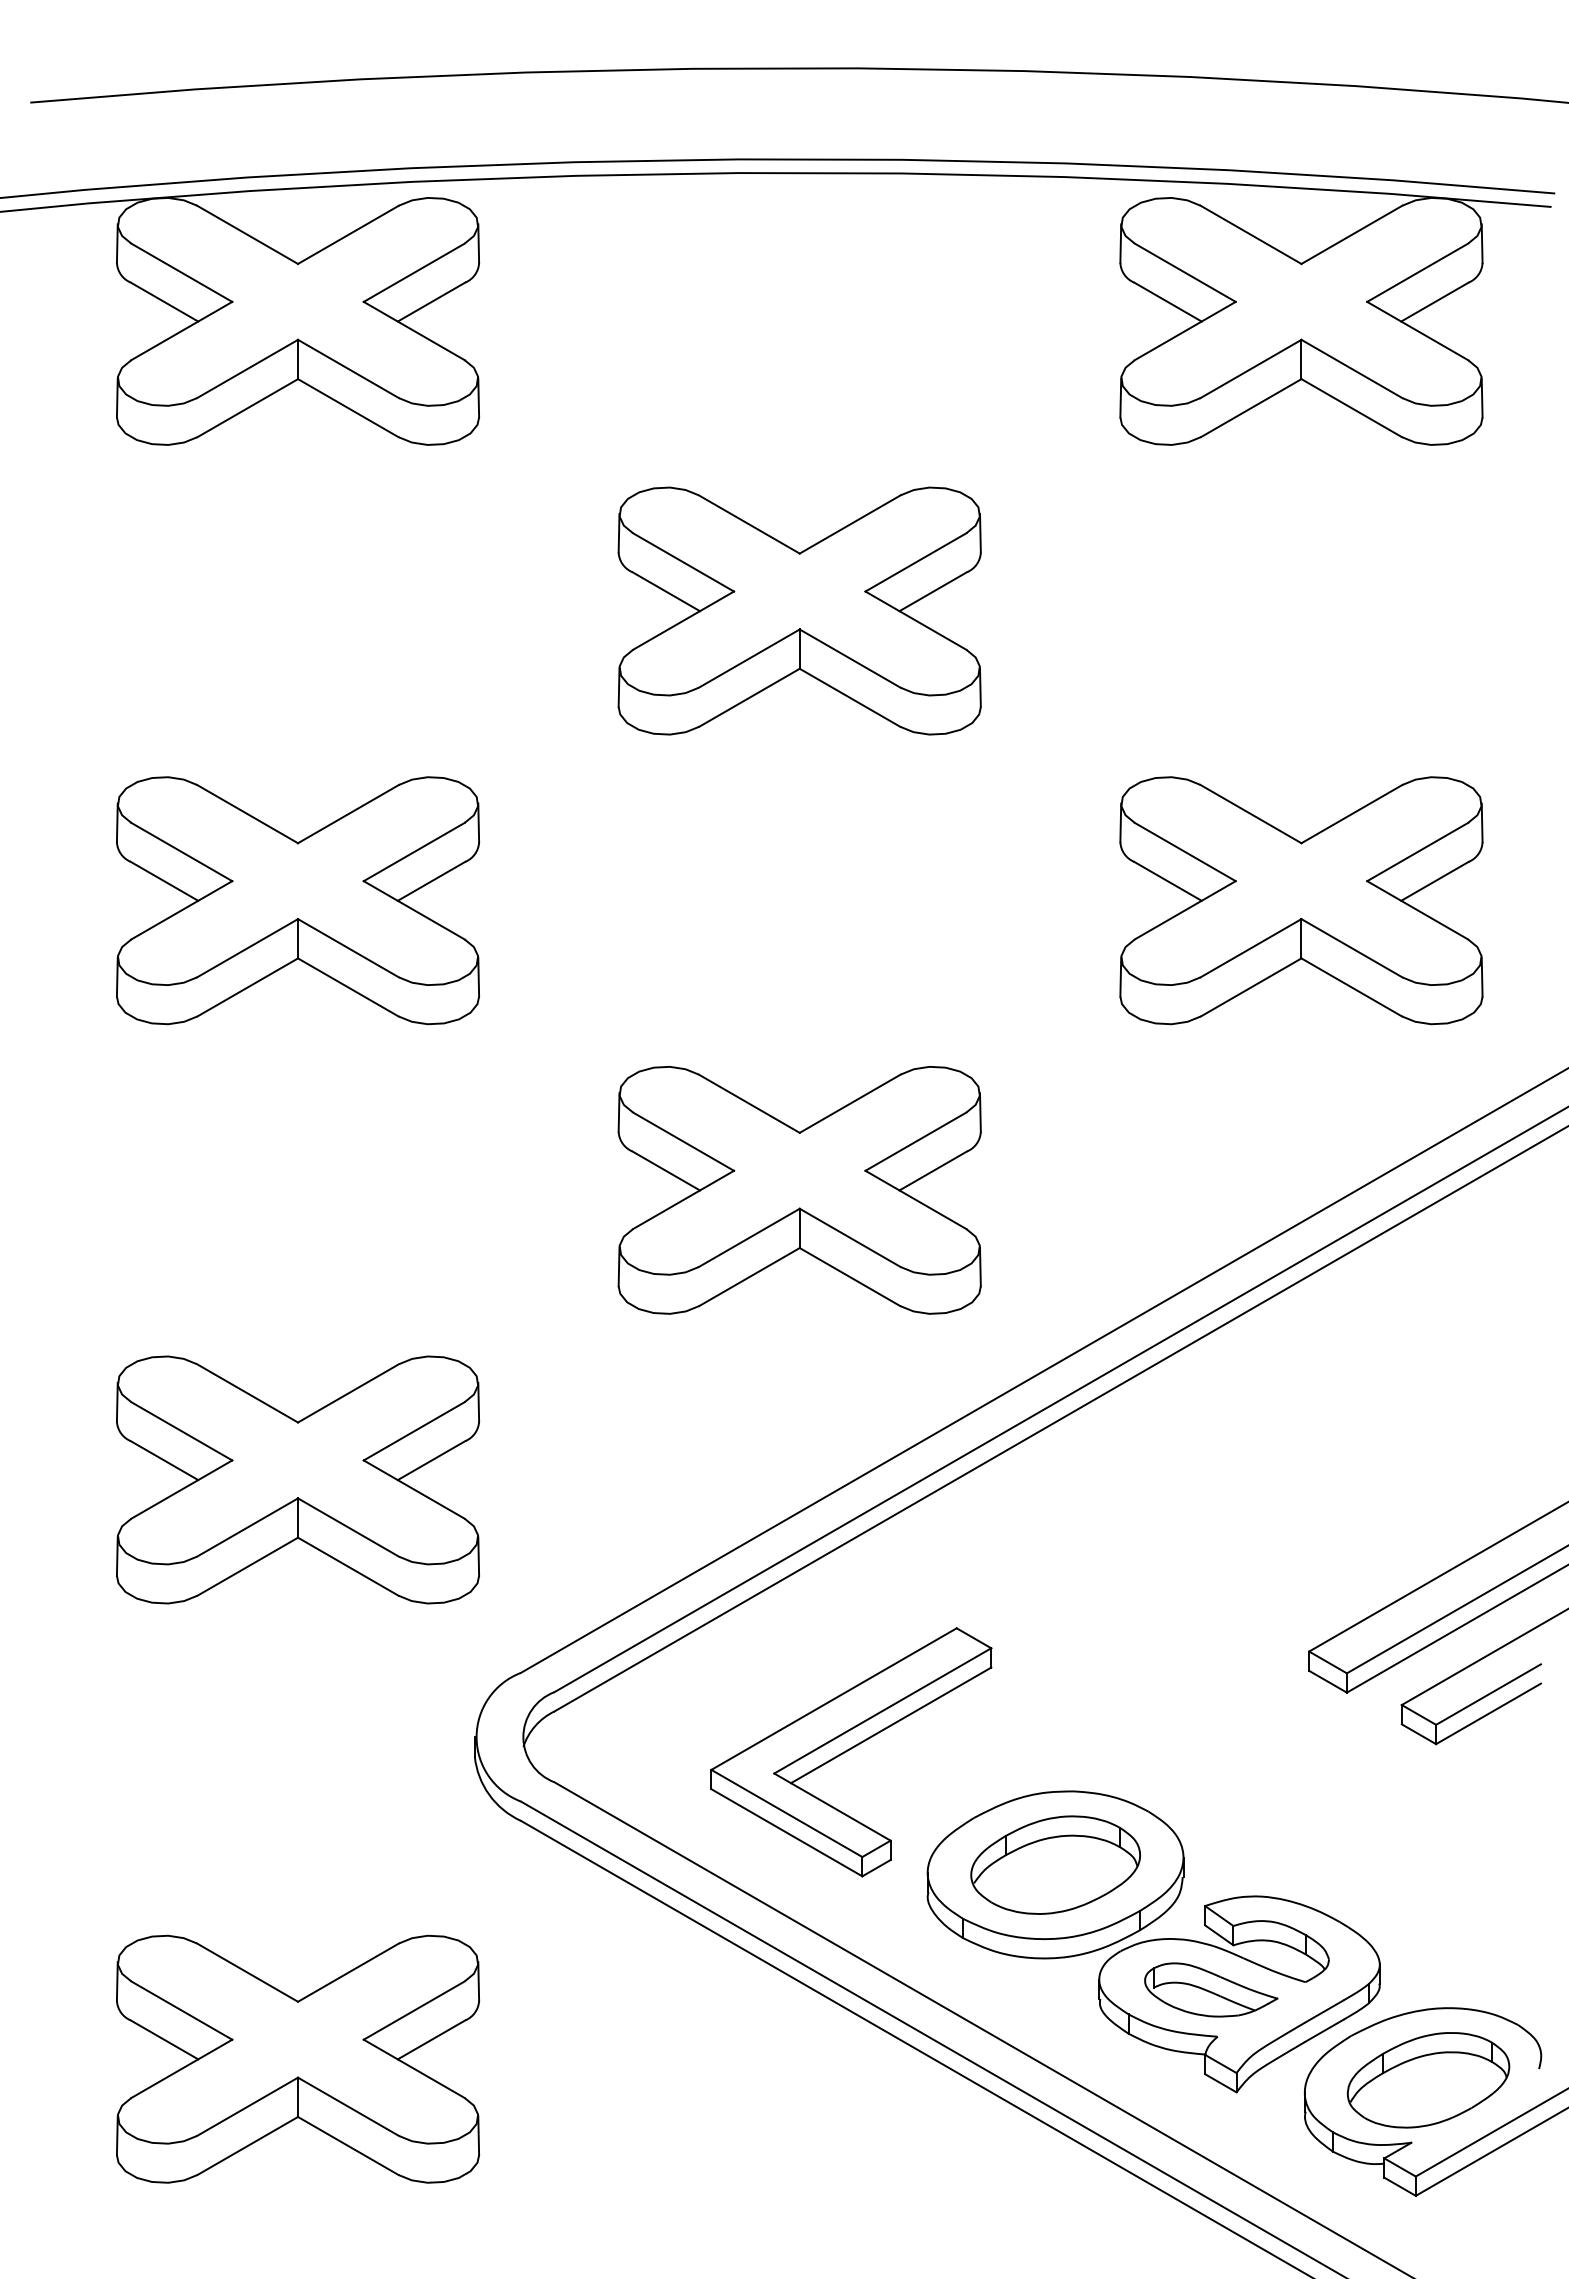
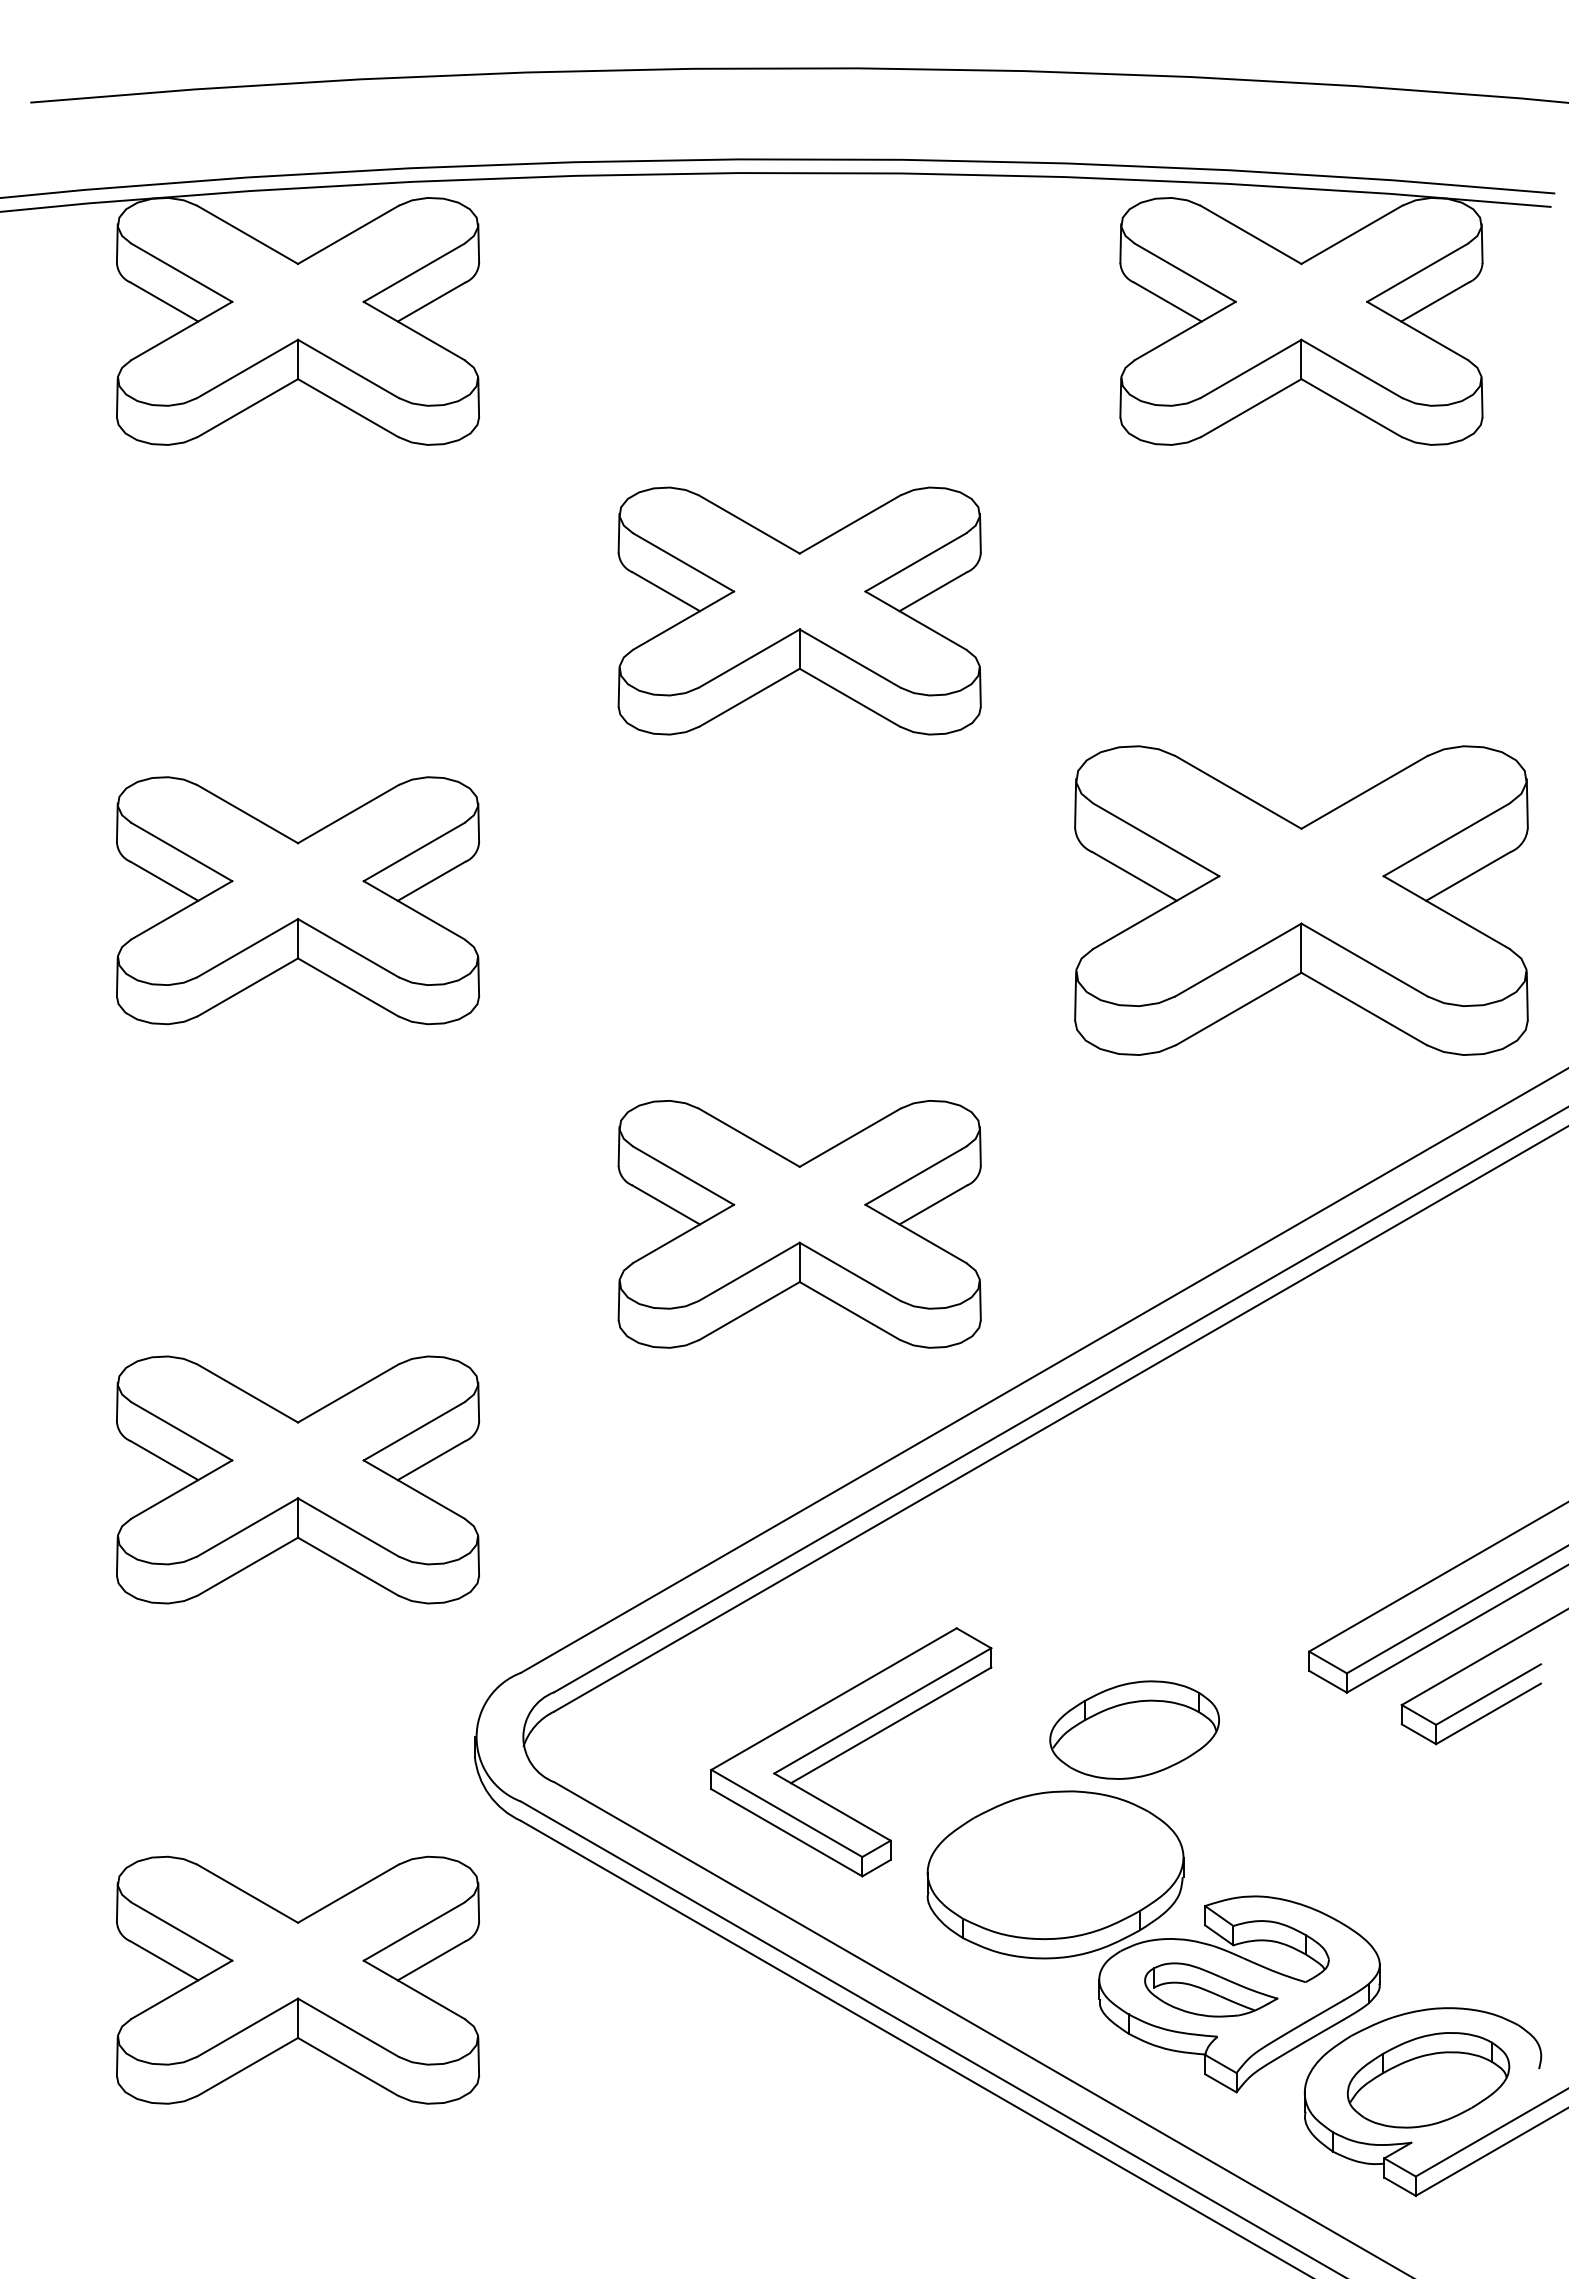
part at (1301, 900) size: 365x250 px -> 455x311 px
part at (799, 1190) position: (799, 1190) -> (799, 1224)
part at (1055, 1864) position: (1055, 1864) -> (1134, 1729)
part at (297, 2058) position: (297, 2058) -> (297, 1979)
